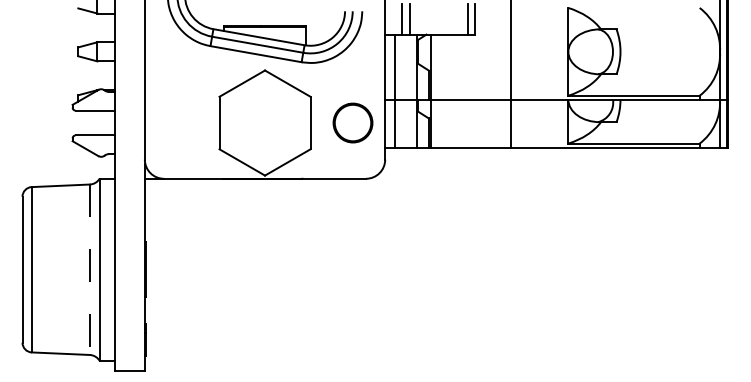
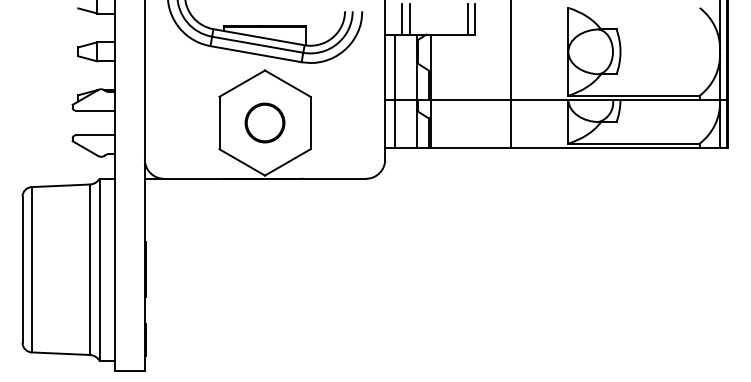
part at (352, 122) position: (352, 122) -> (264, 122)
line at (89, 270): dashed -> solid
